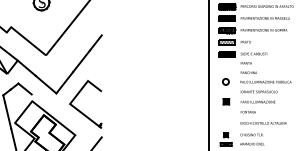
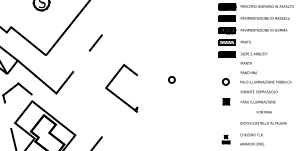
line at (81, 61): present -> none
line at (208, 74): present -> none
circle at (171, 79): none -> present
part at (80, 110) position: (80, 110) -> (116, 94)
text at (247, 112) position: (247, 112) -> (263, 112)
line at (8, 115): present -> none
part at (225, 139) size: 14x15 px -> 10x11 px
